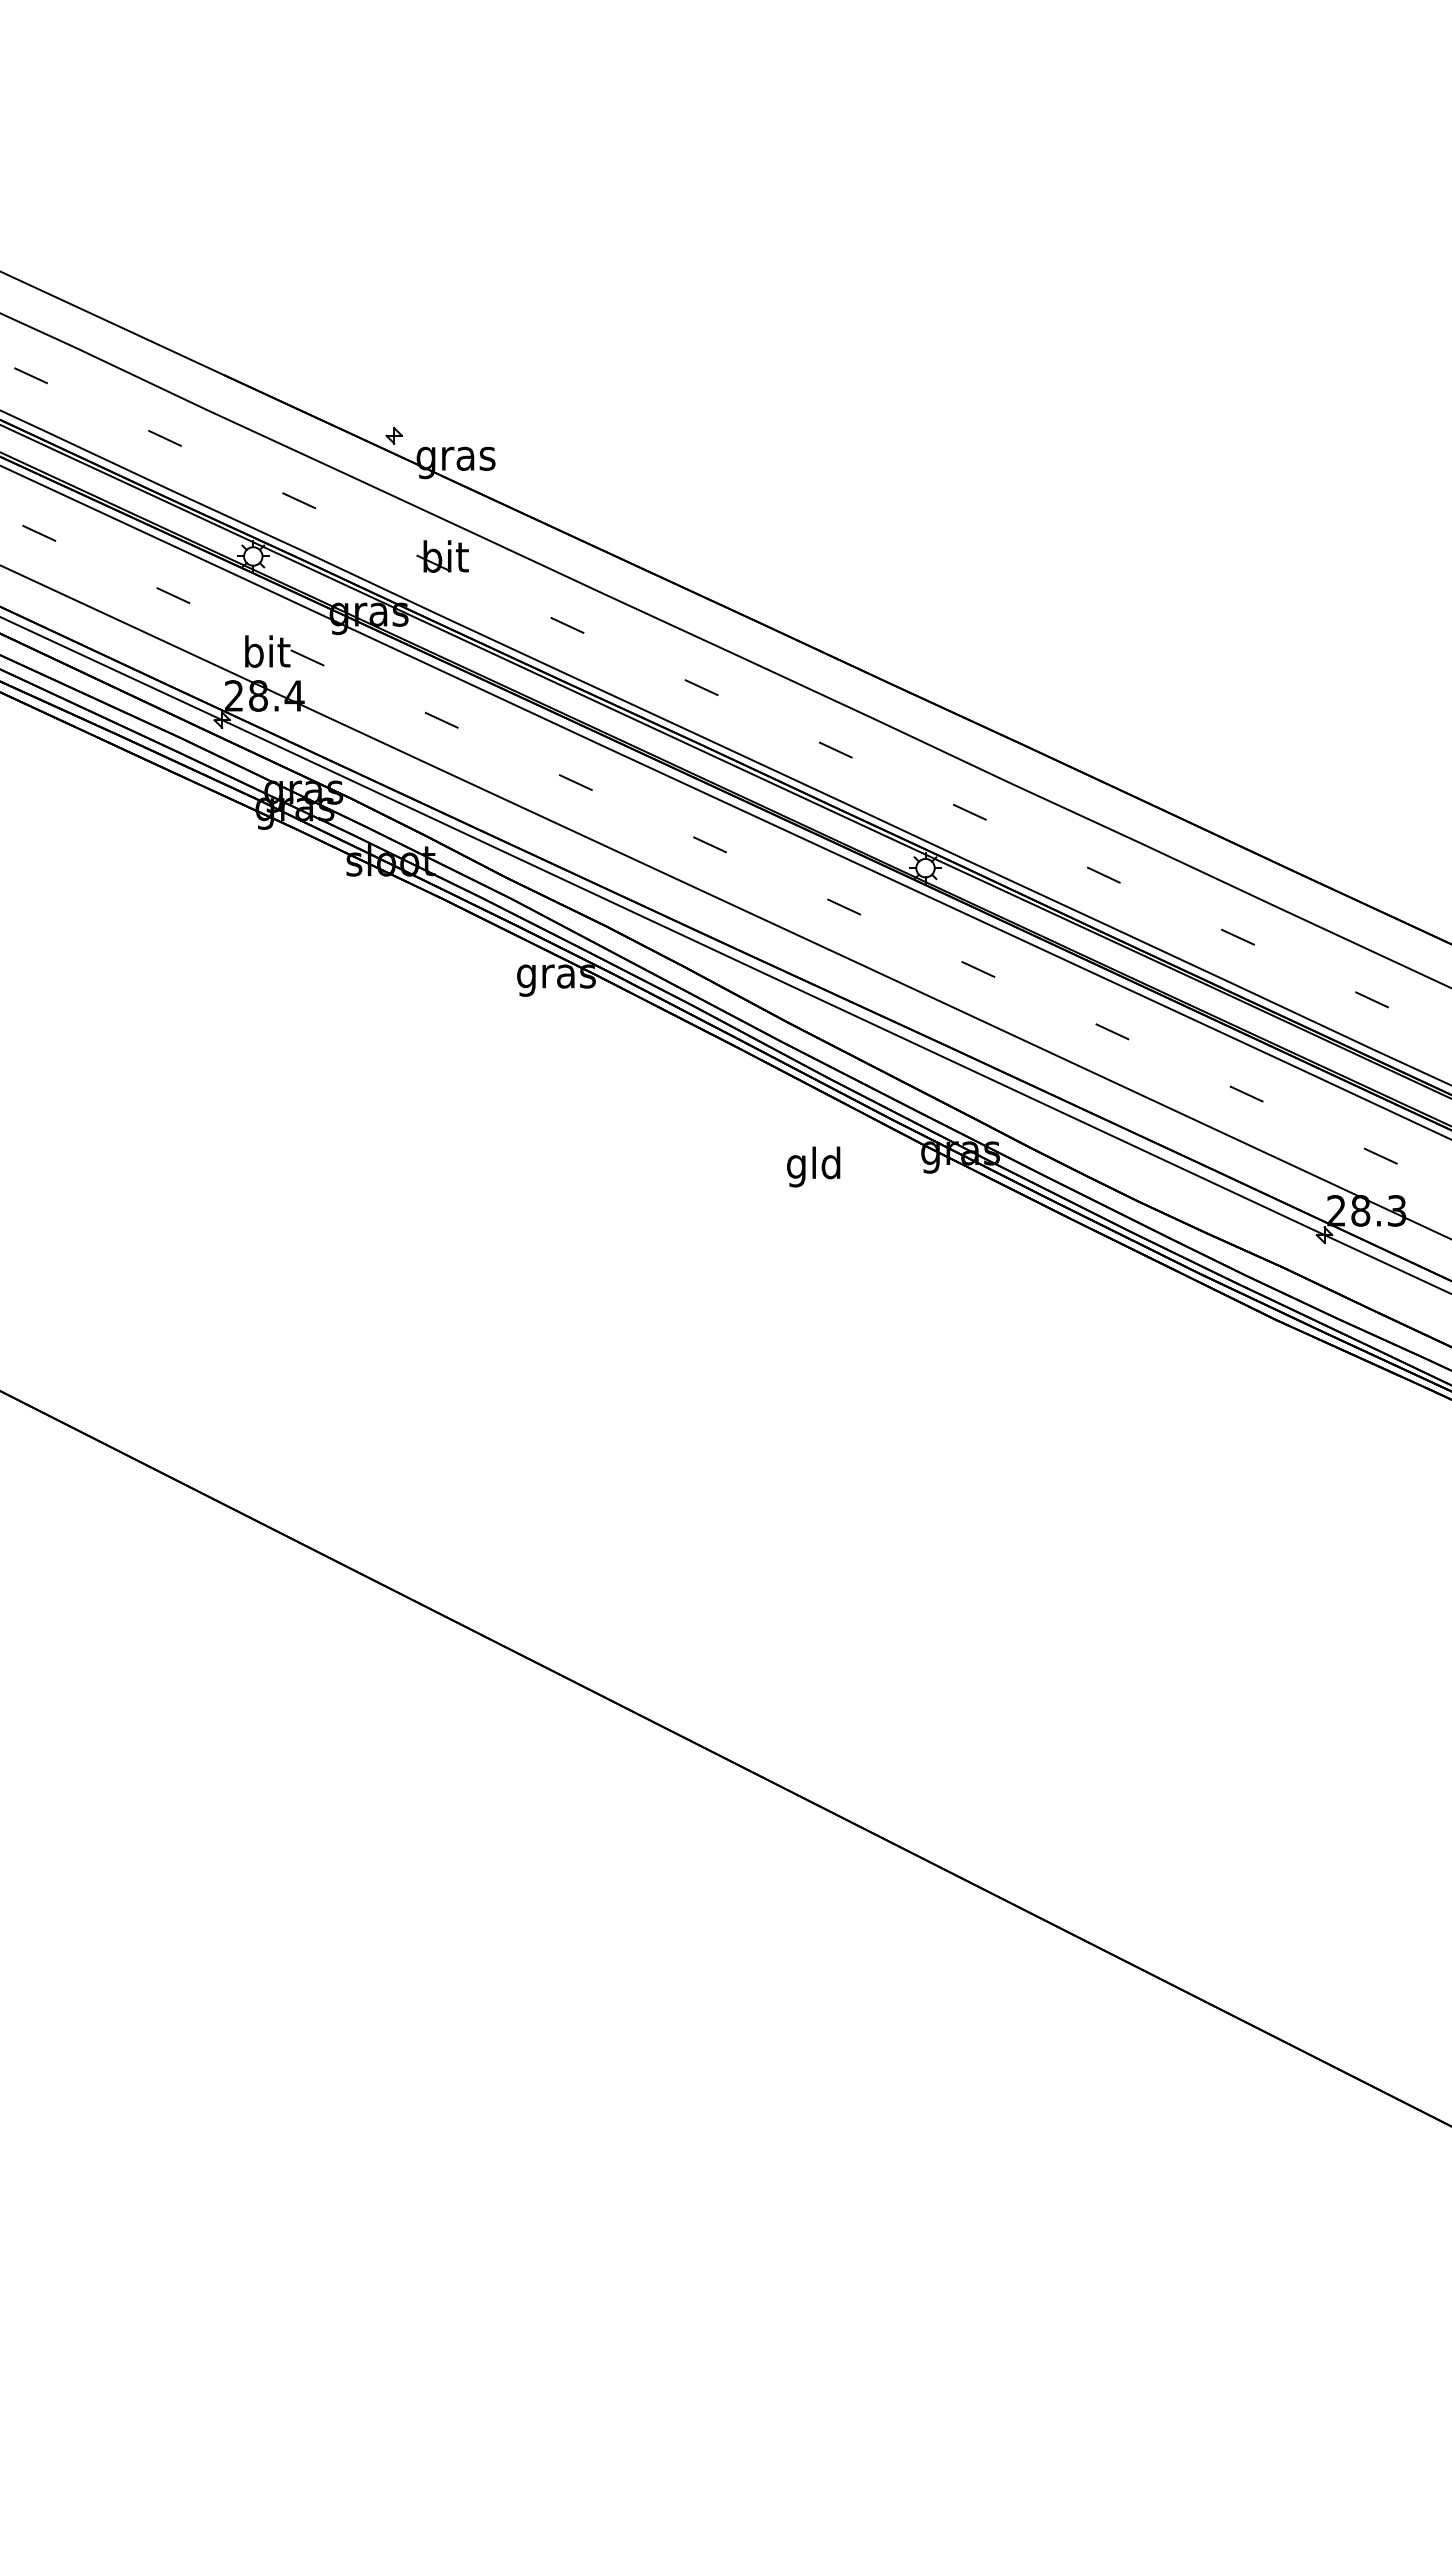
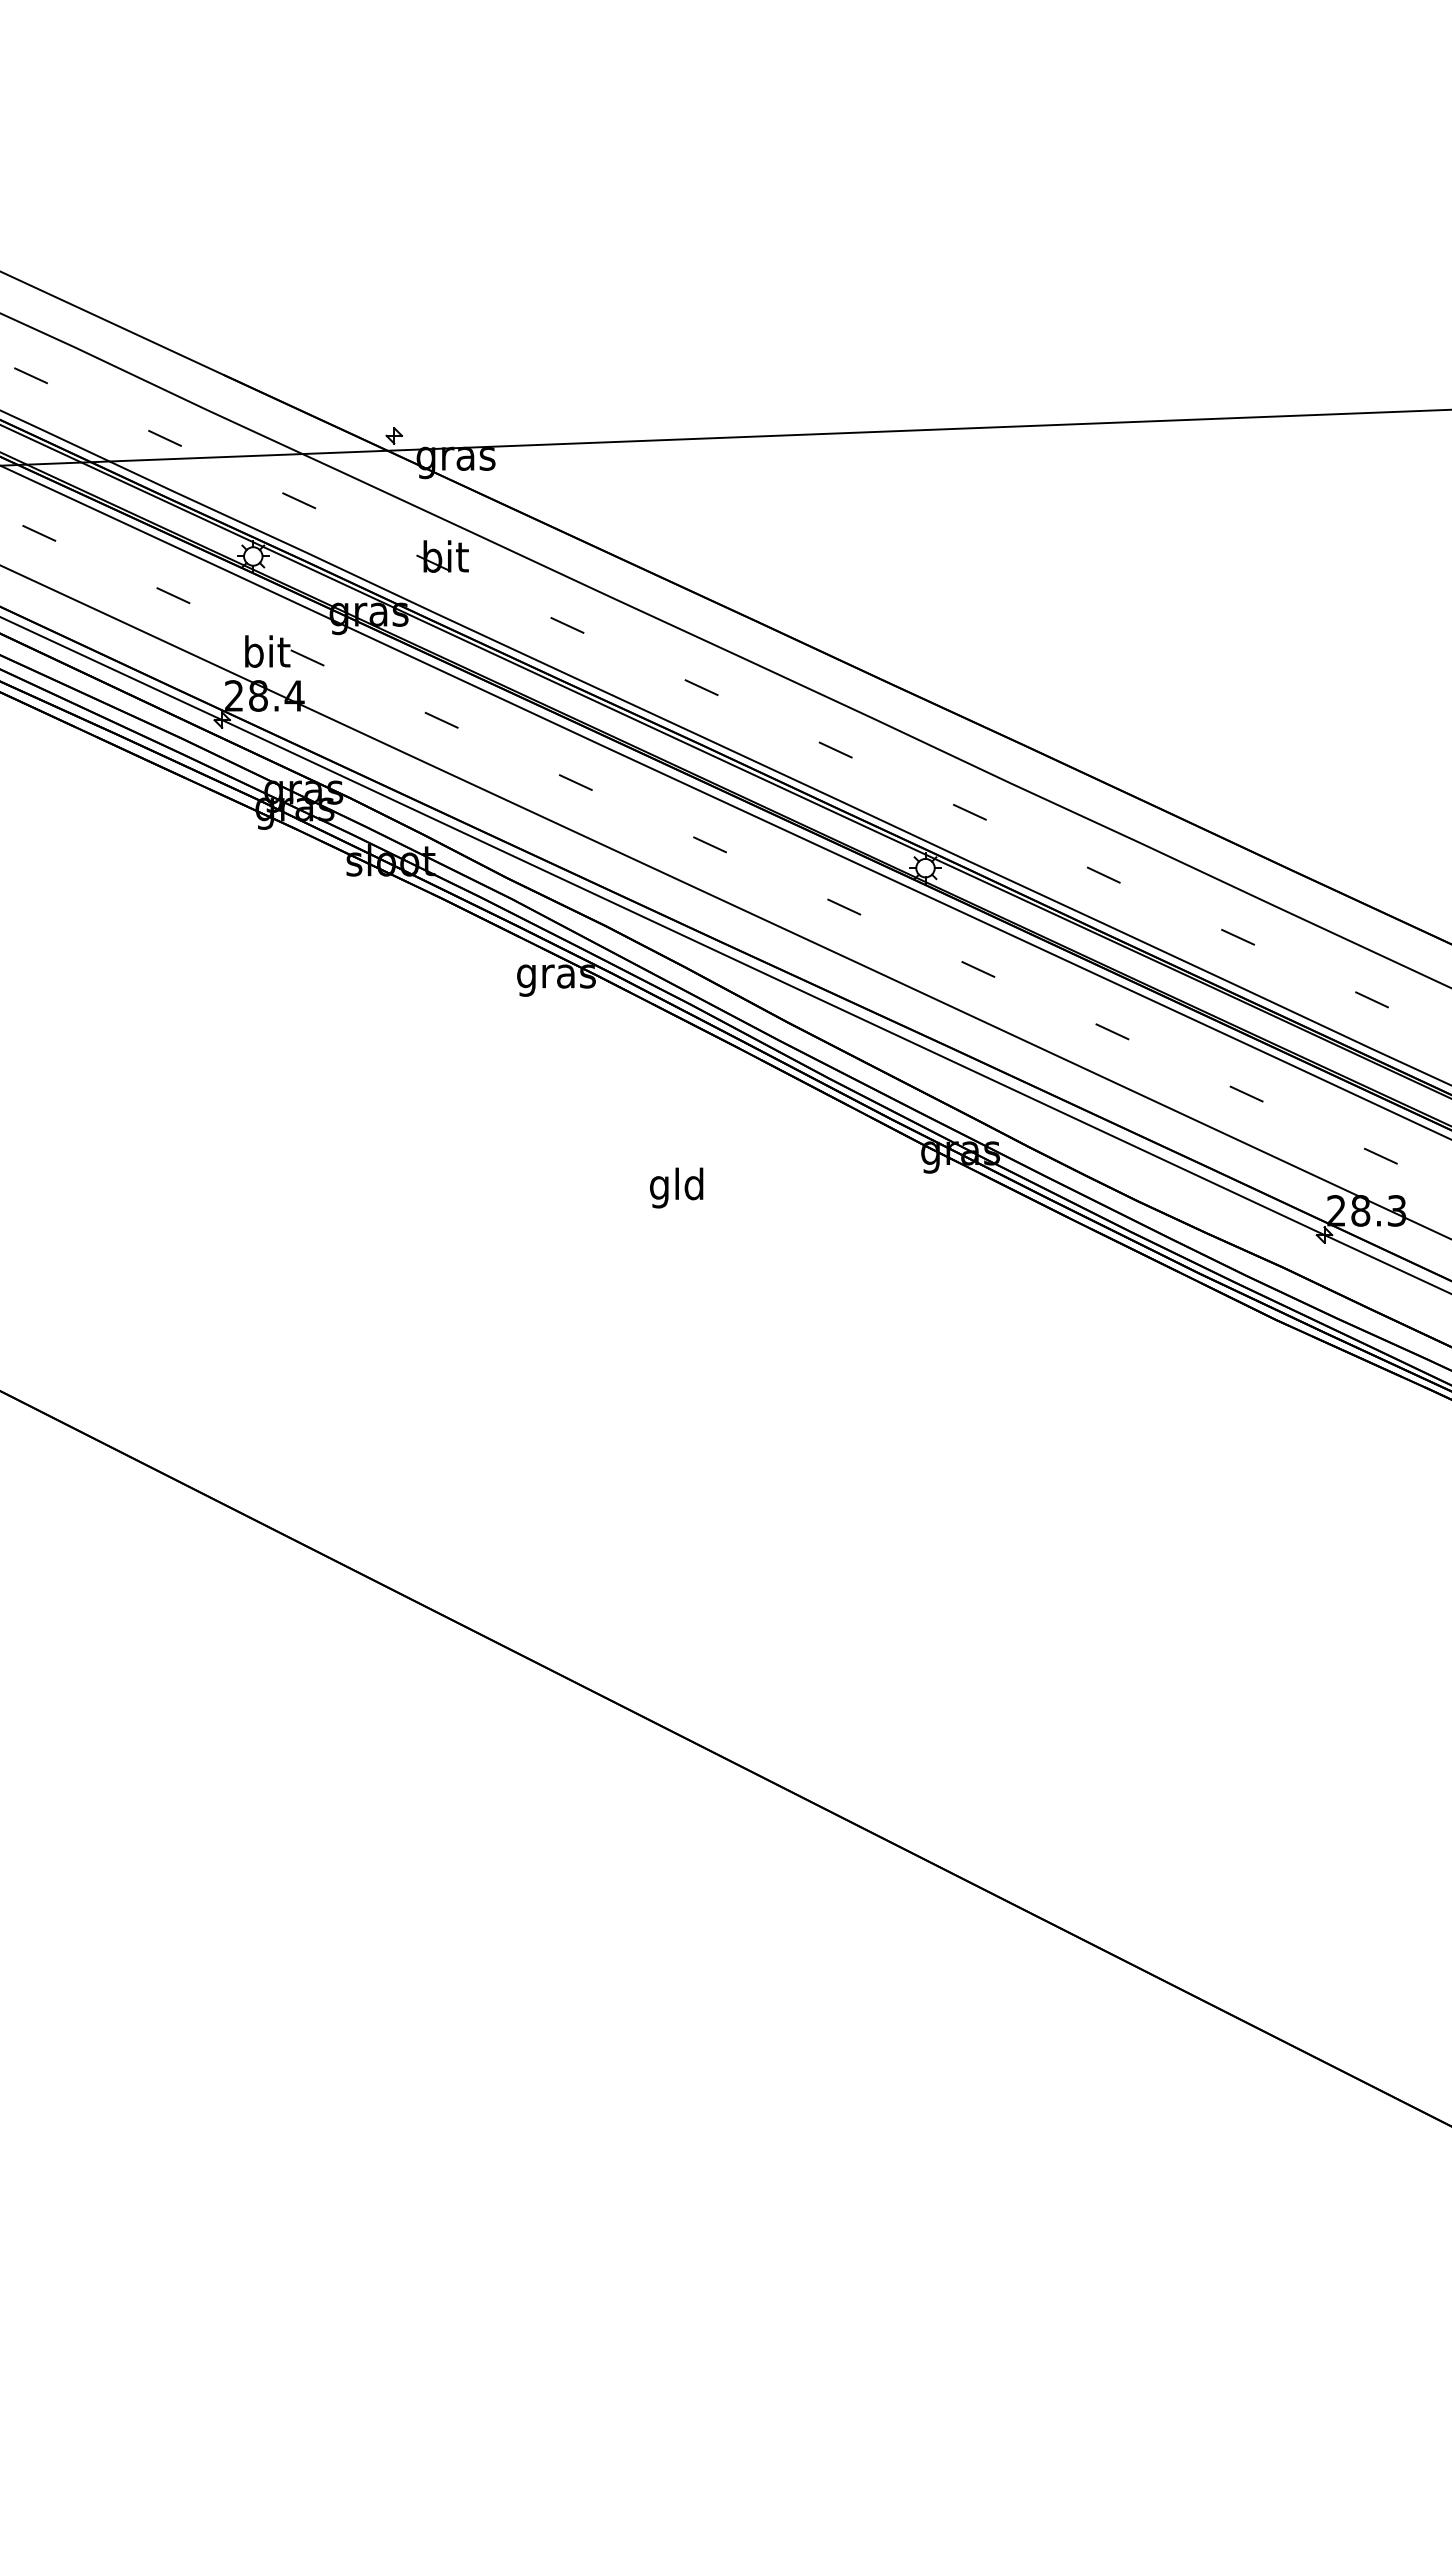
line at (725, 437): none -> present
text at (813, 1166) position: (813, 1166) -> (676, 1187)
